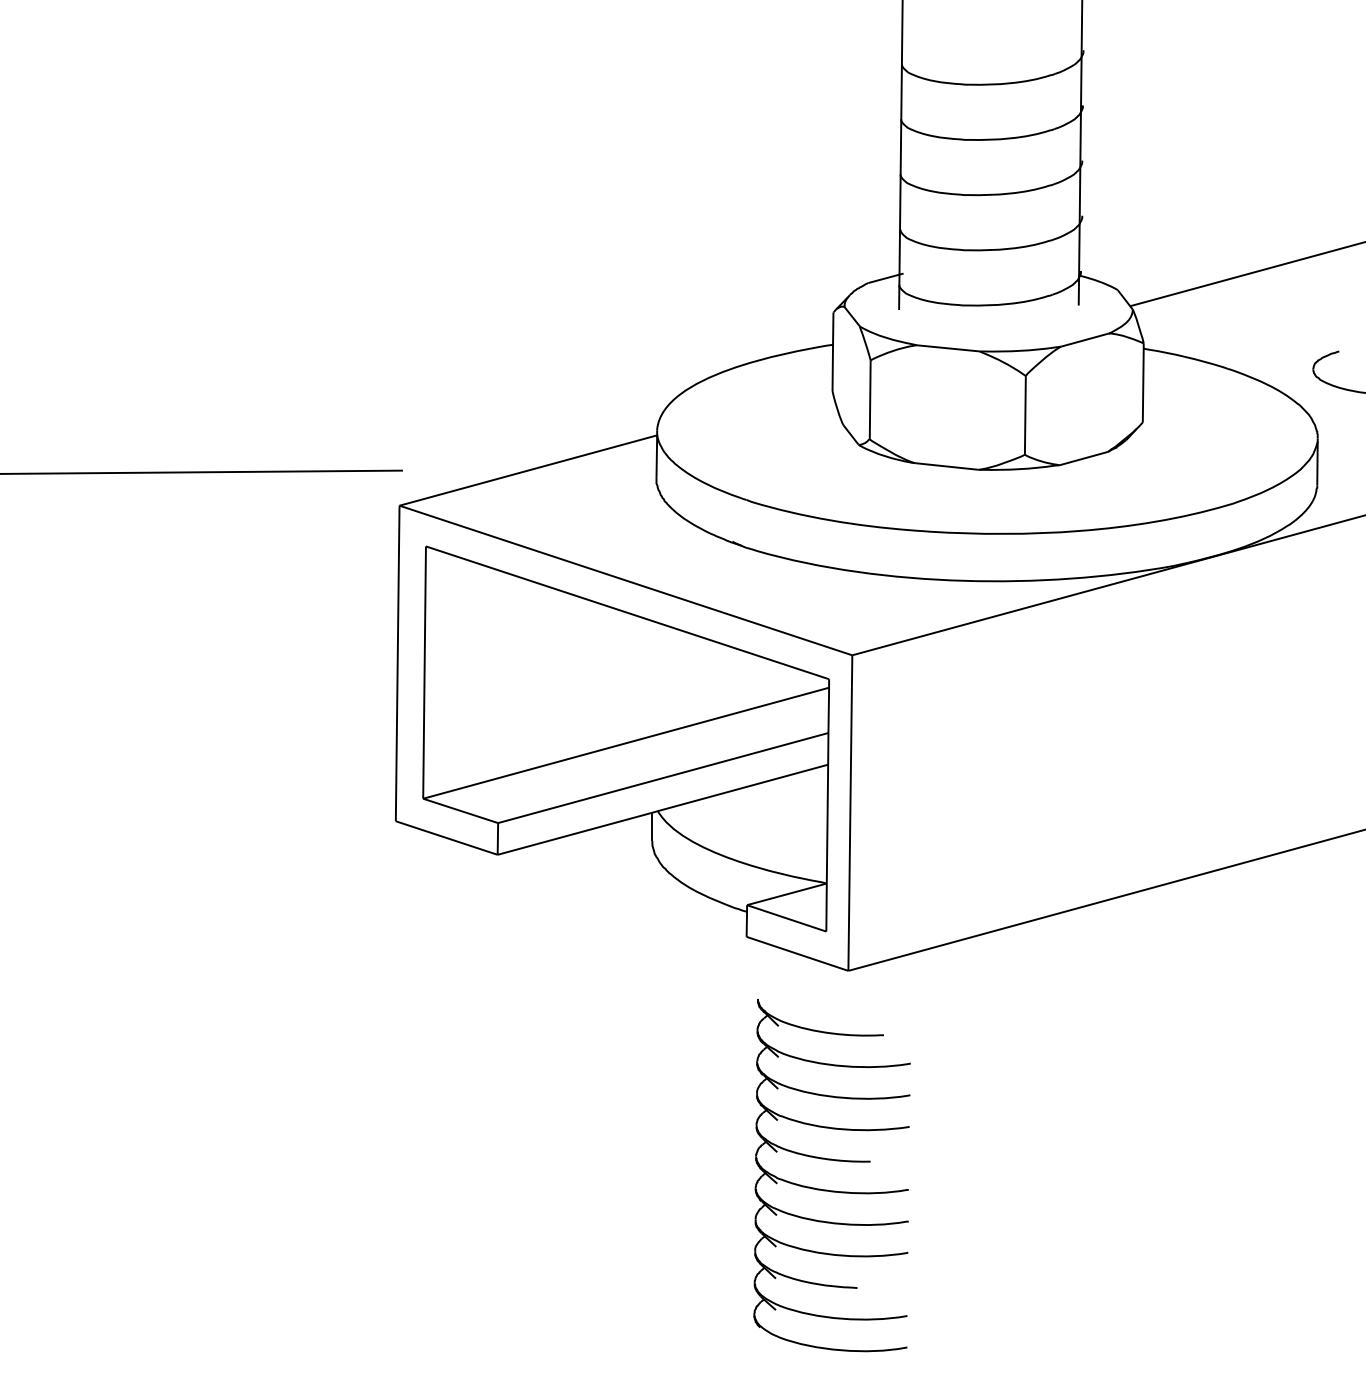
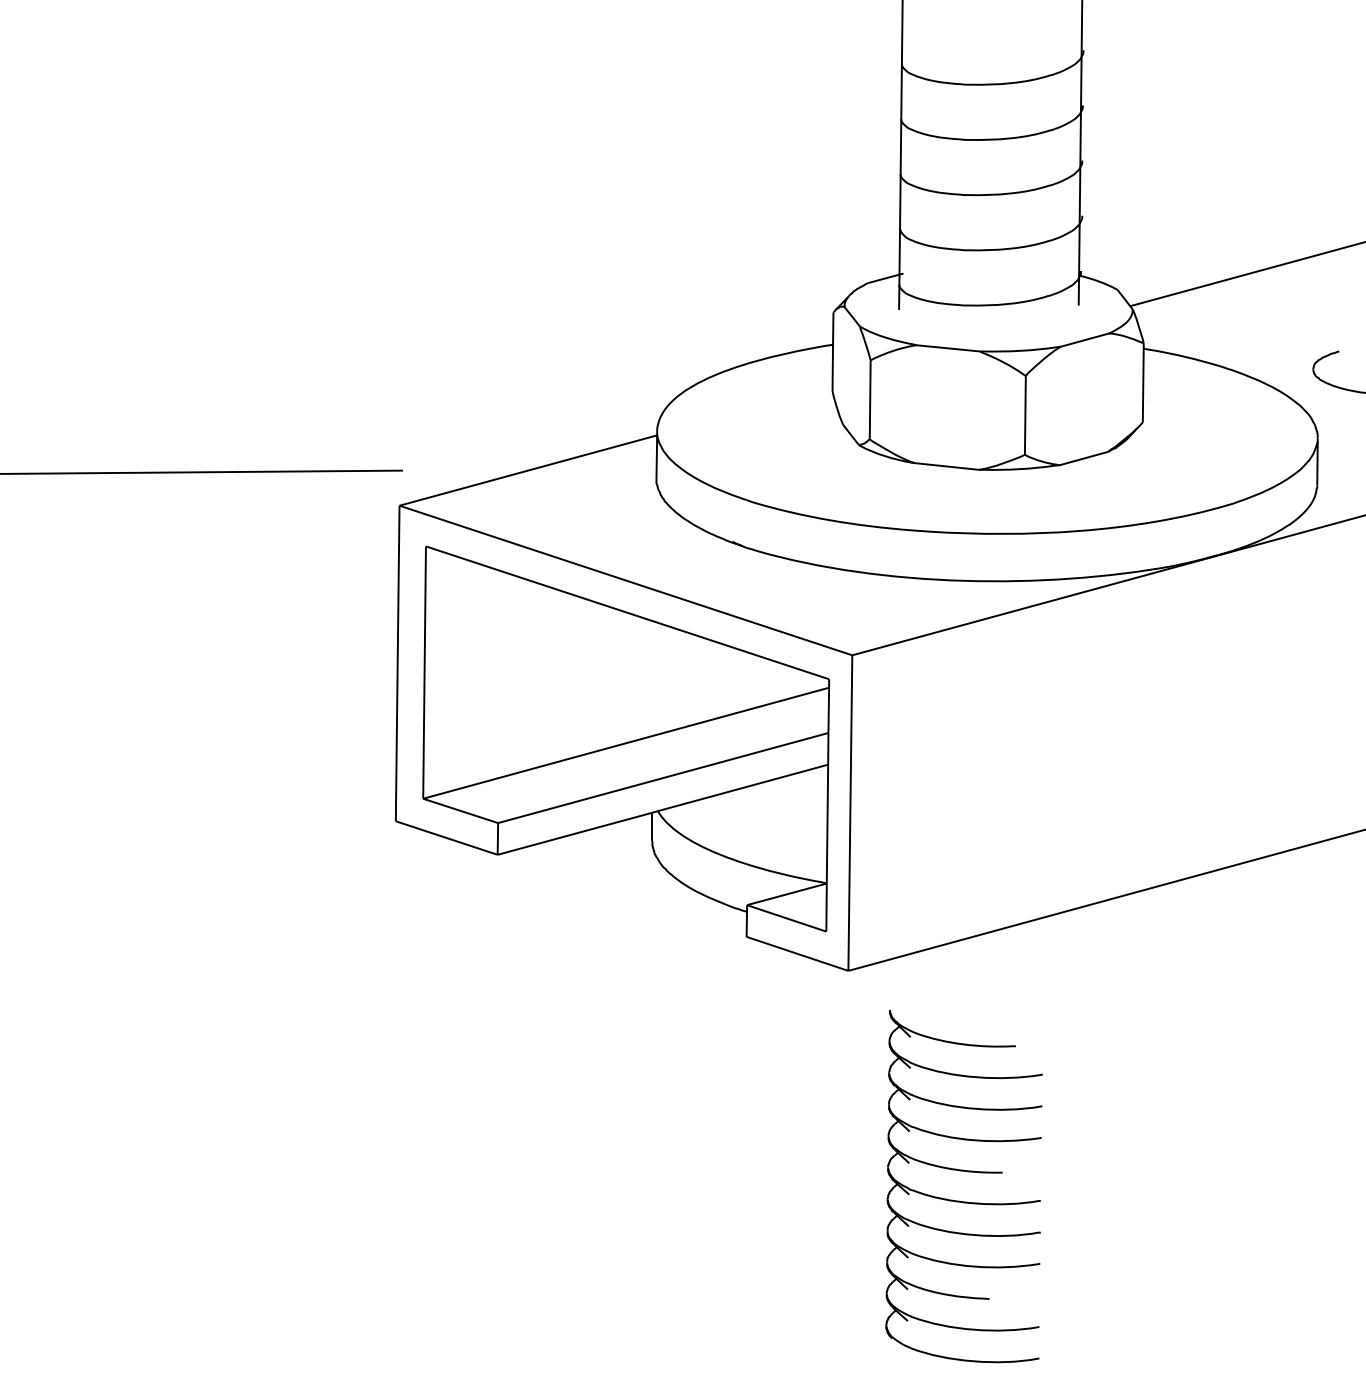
part at (835, 1161) position: (835, 1161) -> (967, 1172)
